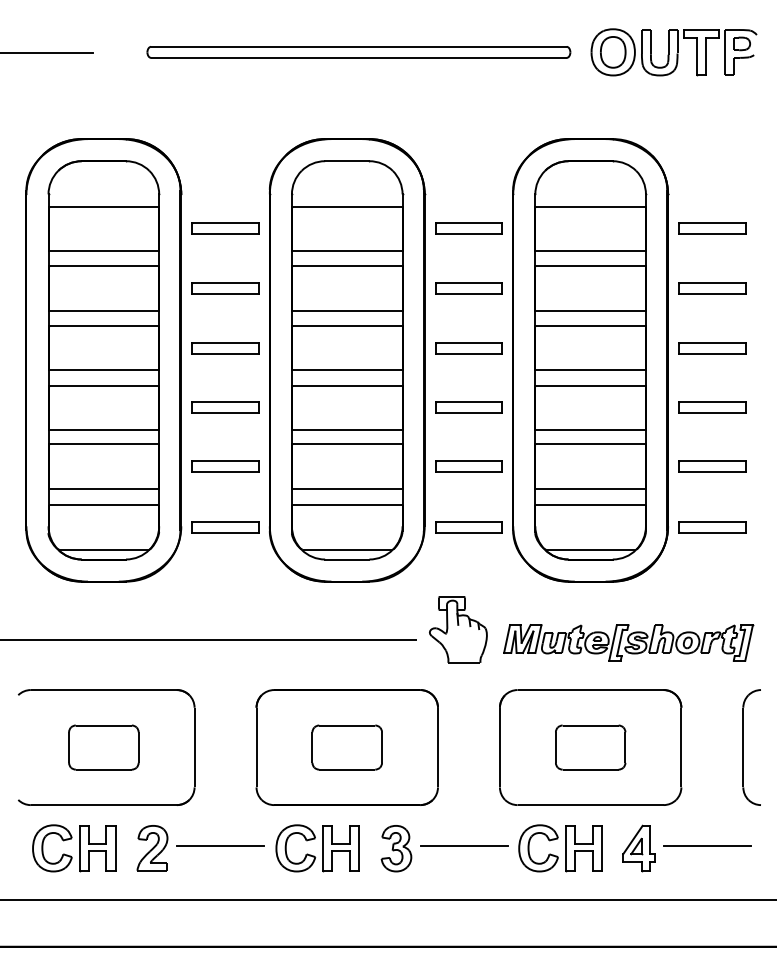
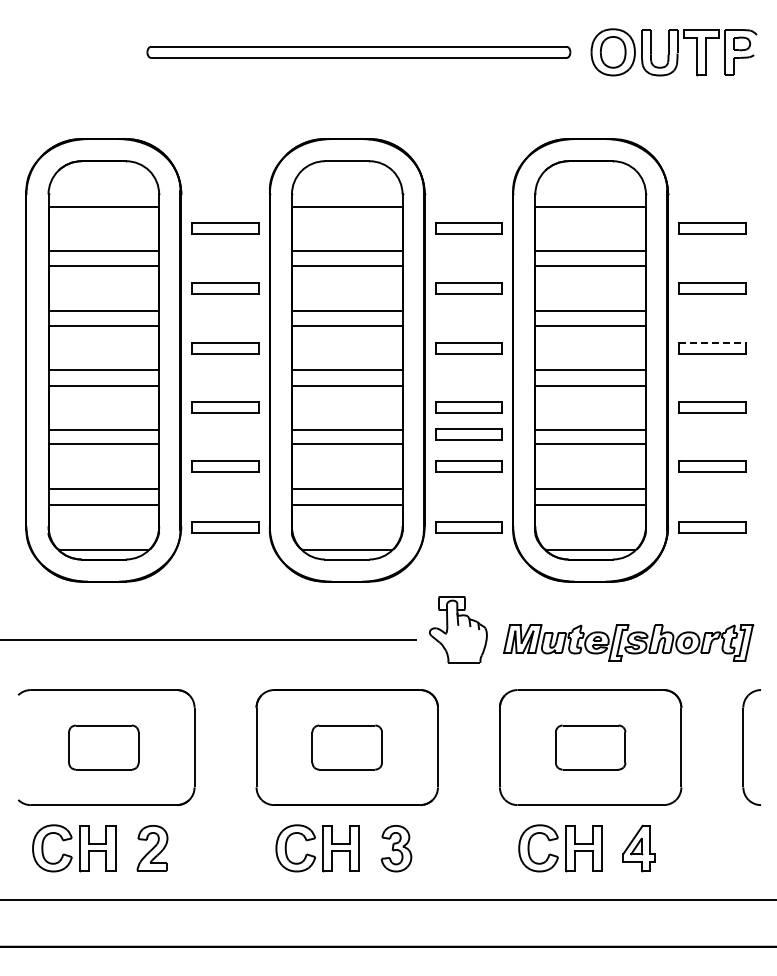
line at (47, 53): present -> none
line at (712, 342): solid -> dashed
part at (468, 434): none -> present
line at (220, 846): present -> none
line at (463, 846): present -> none
line at (707, 846): present -> none
